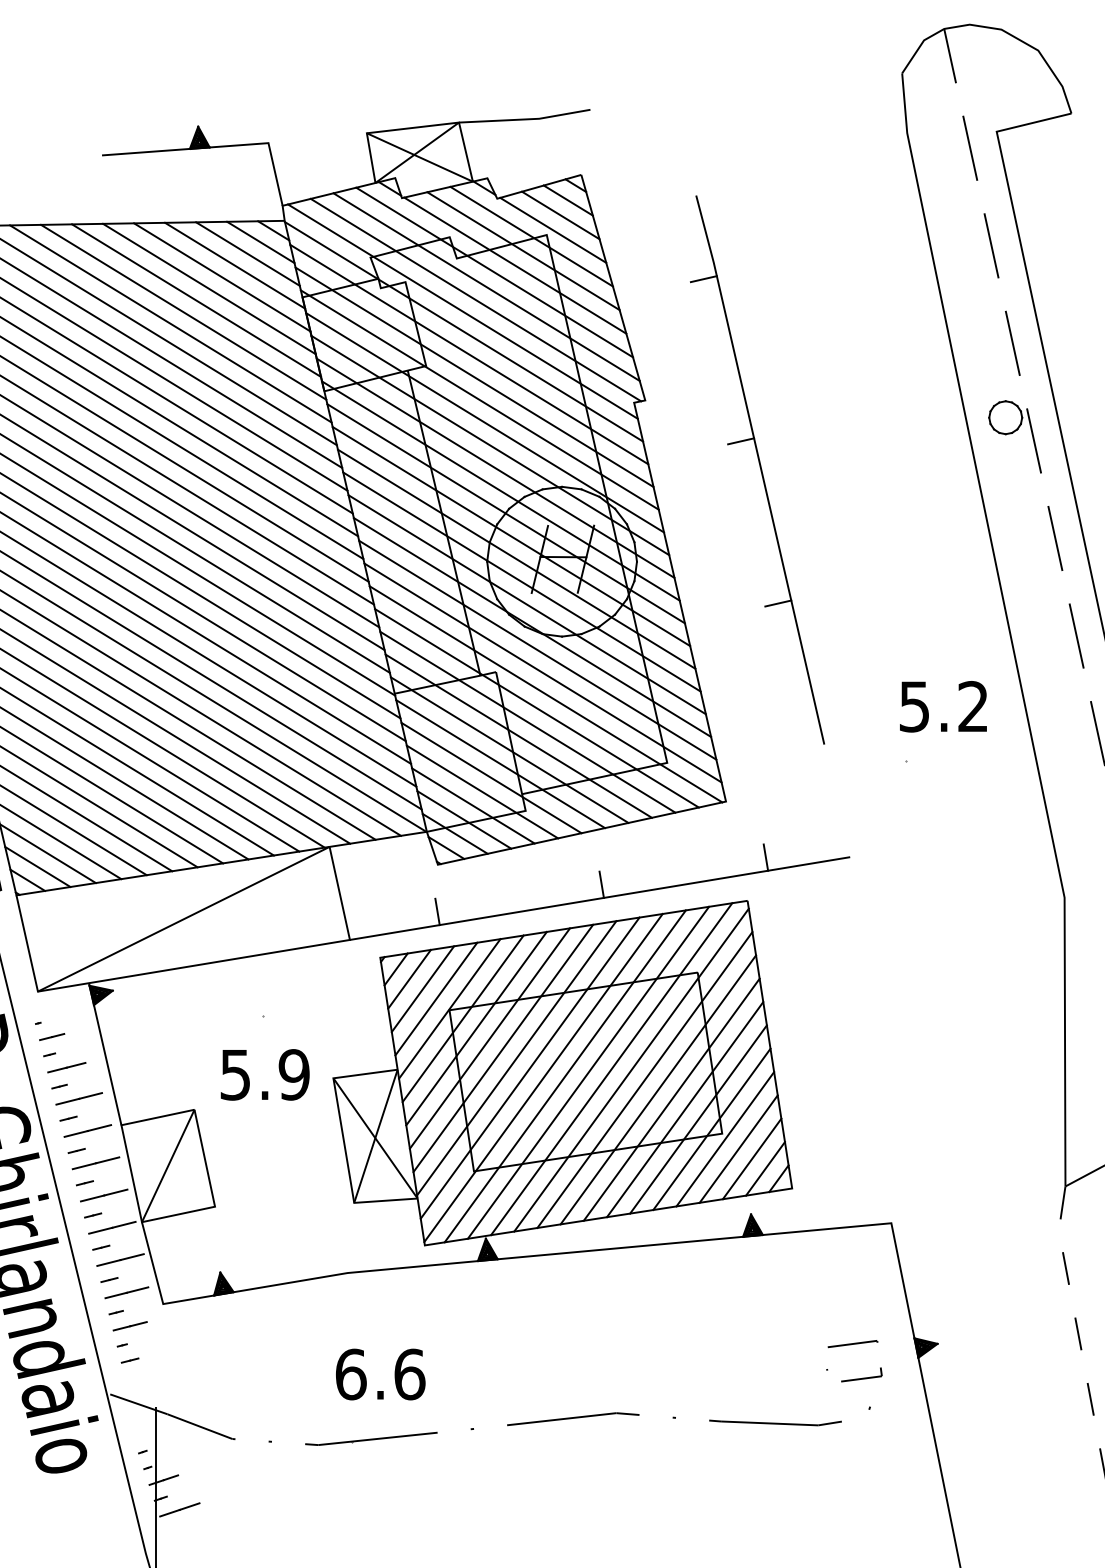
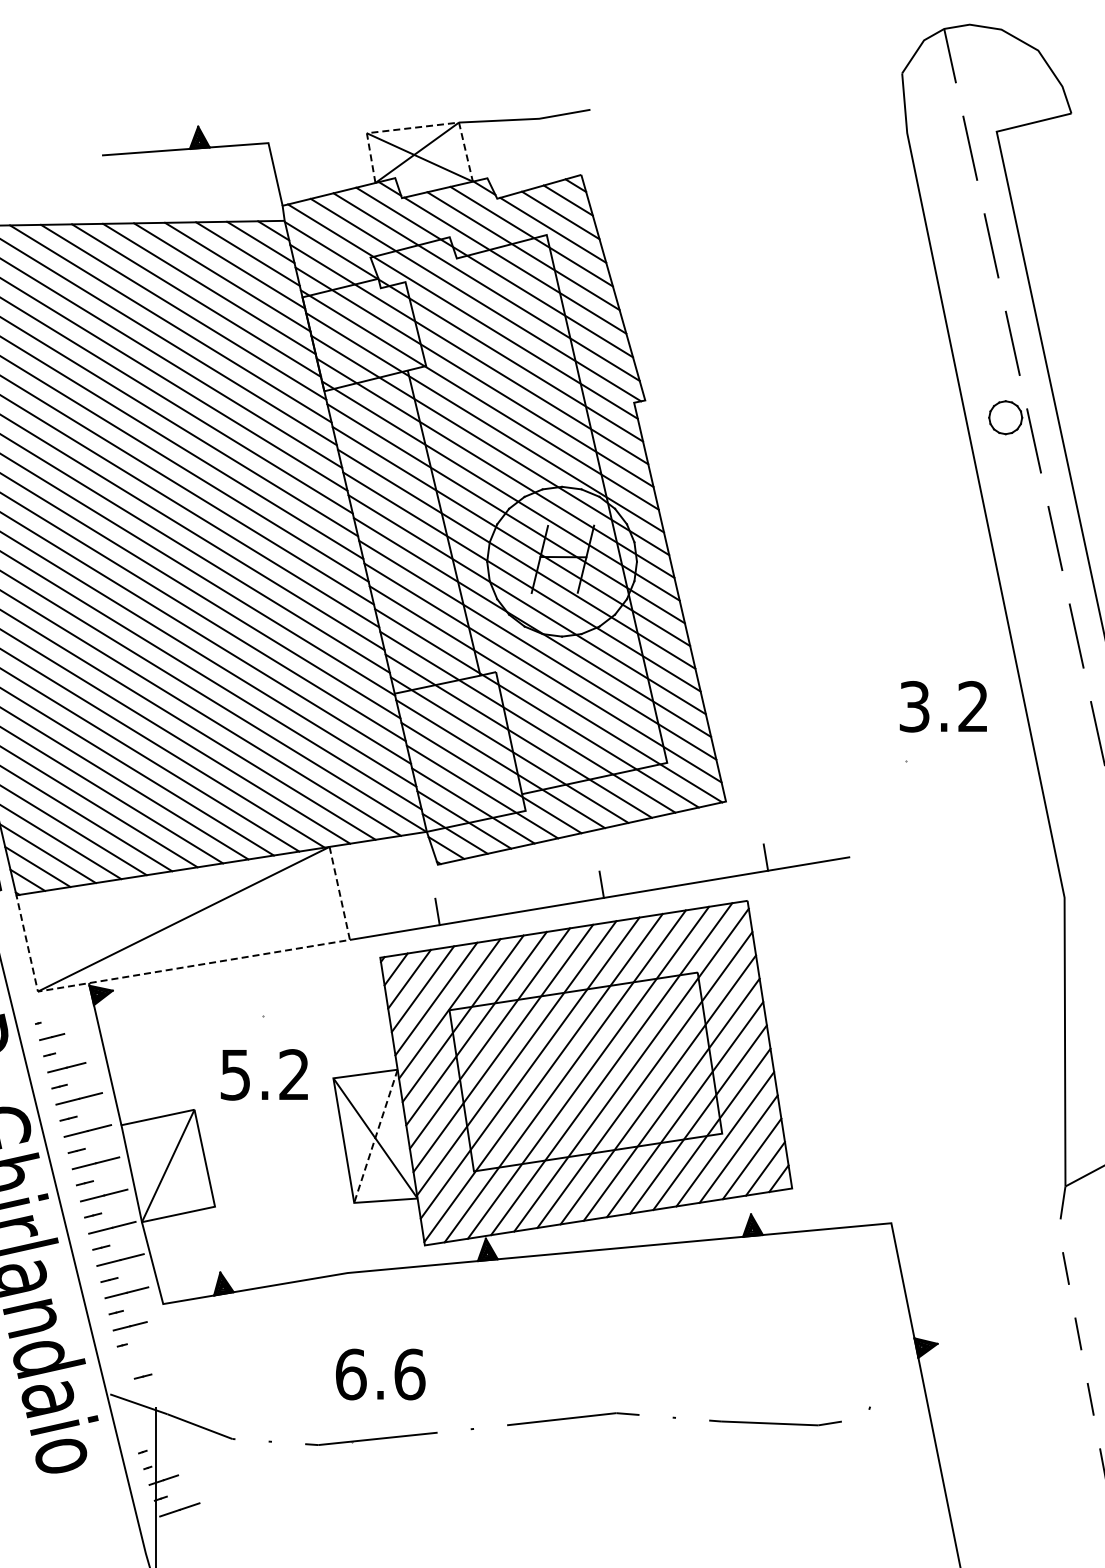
line at (418, 127): solid -> dashed
part at (757, 469): present -> none
text at (914, 706): 5.2 -> 3.2
line at (192, 966): solid -> dashed
text at (293, 1074): 5.9 -> 5.2
line at (375, 1136): solid -> dashed
part at (851, 1345): present -> none
line at (129, 1360) position: (129, 1360) -> (142, 1376)
